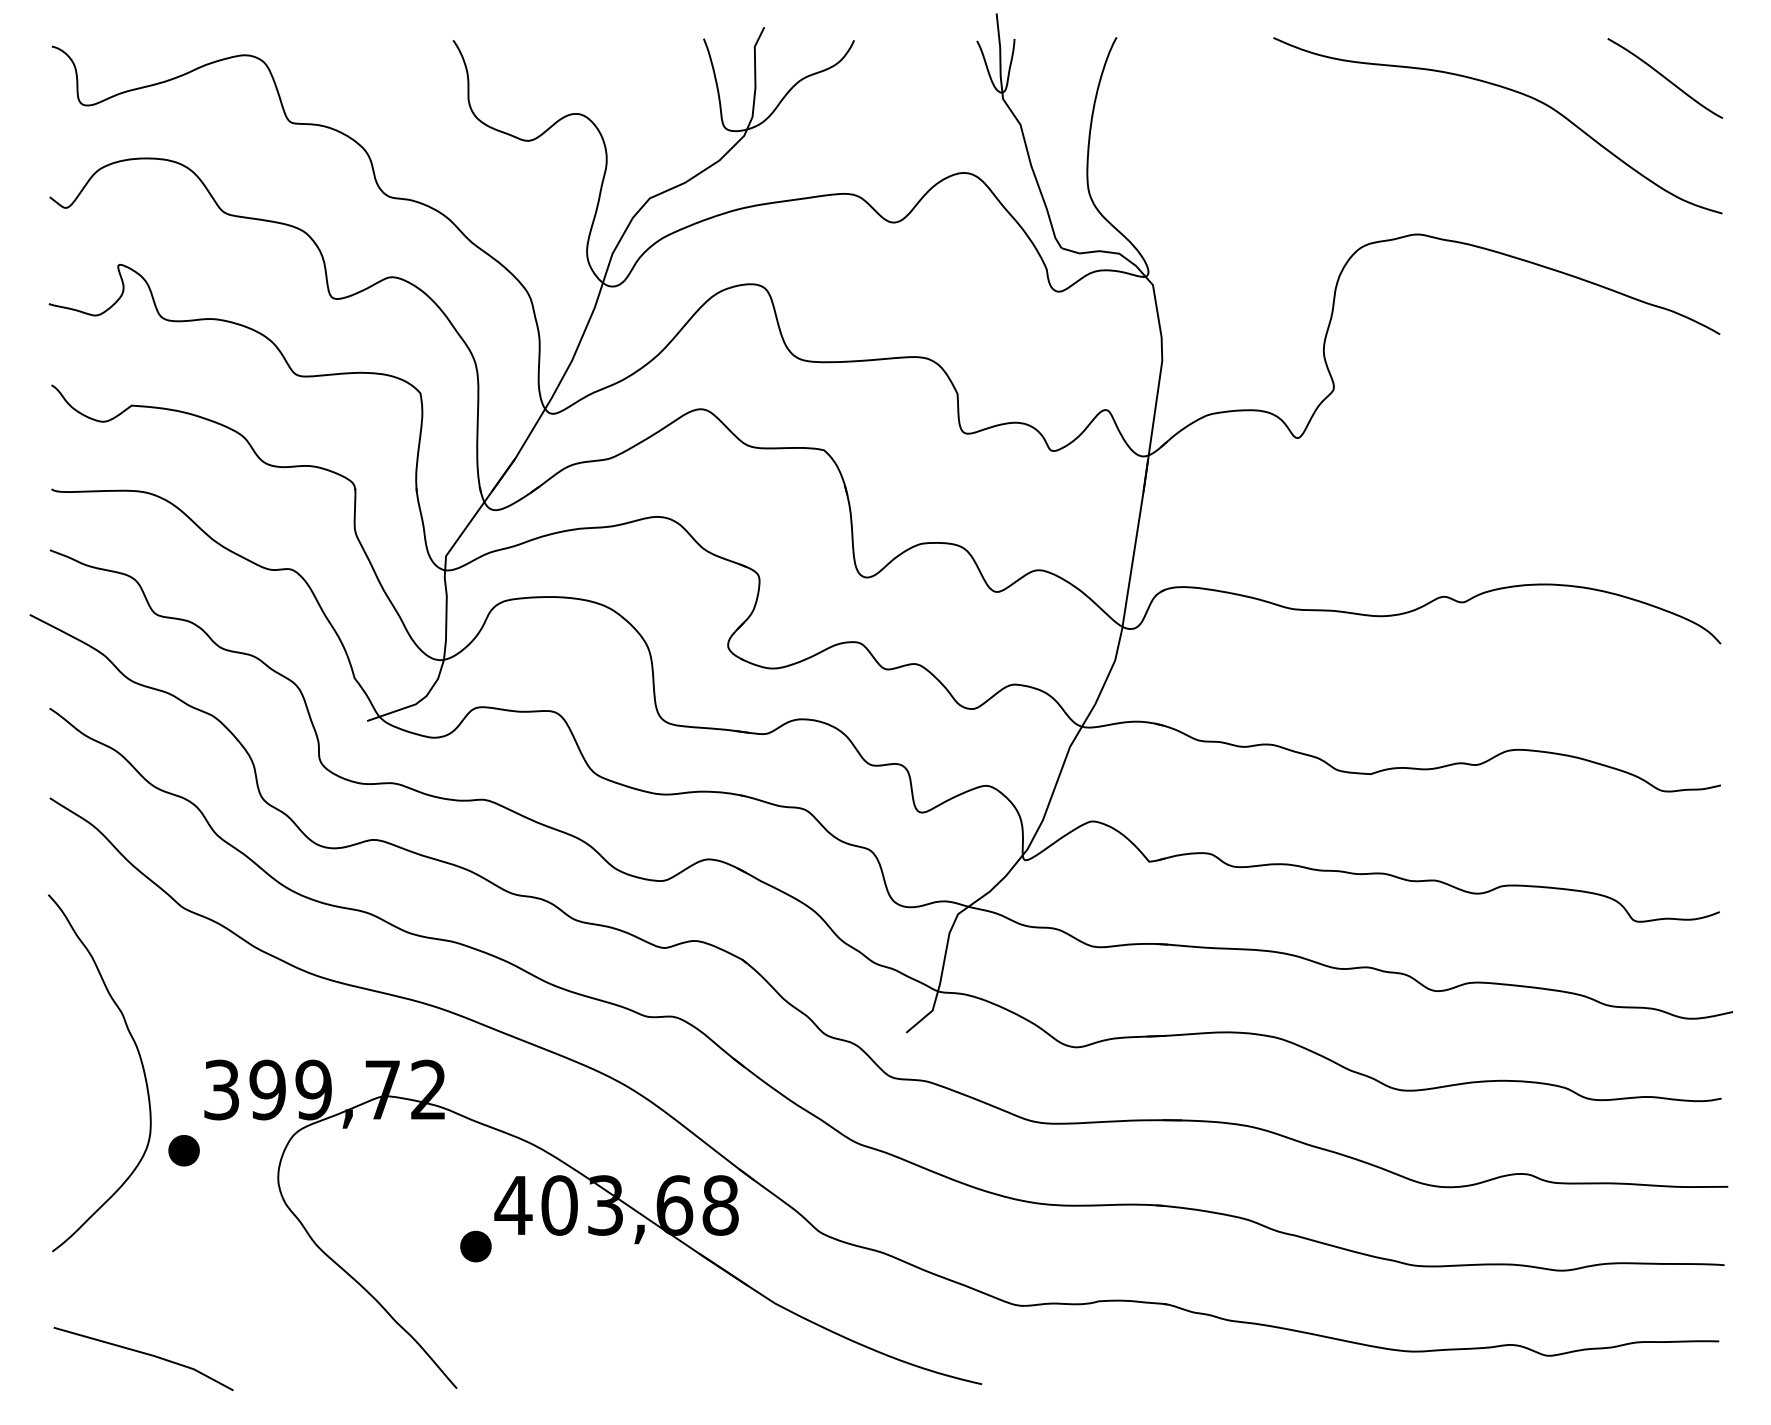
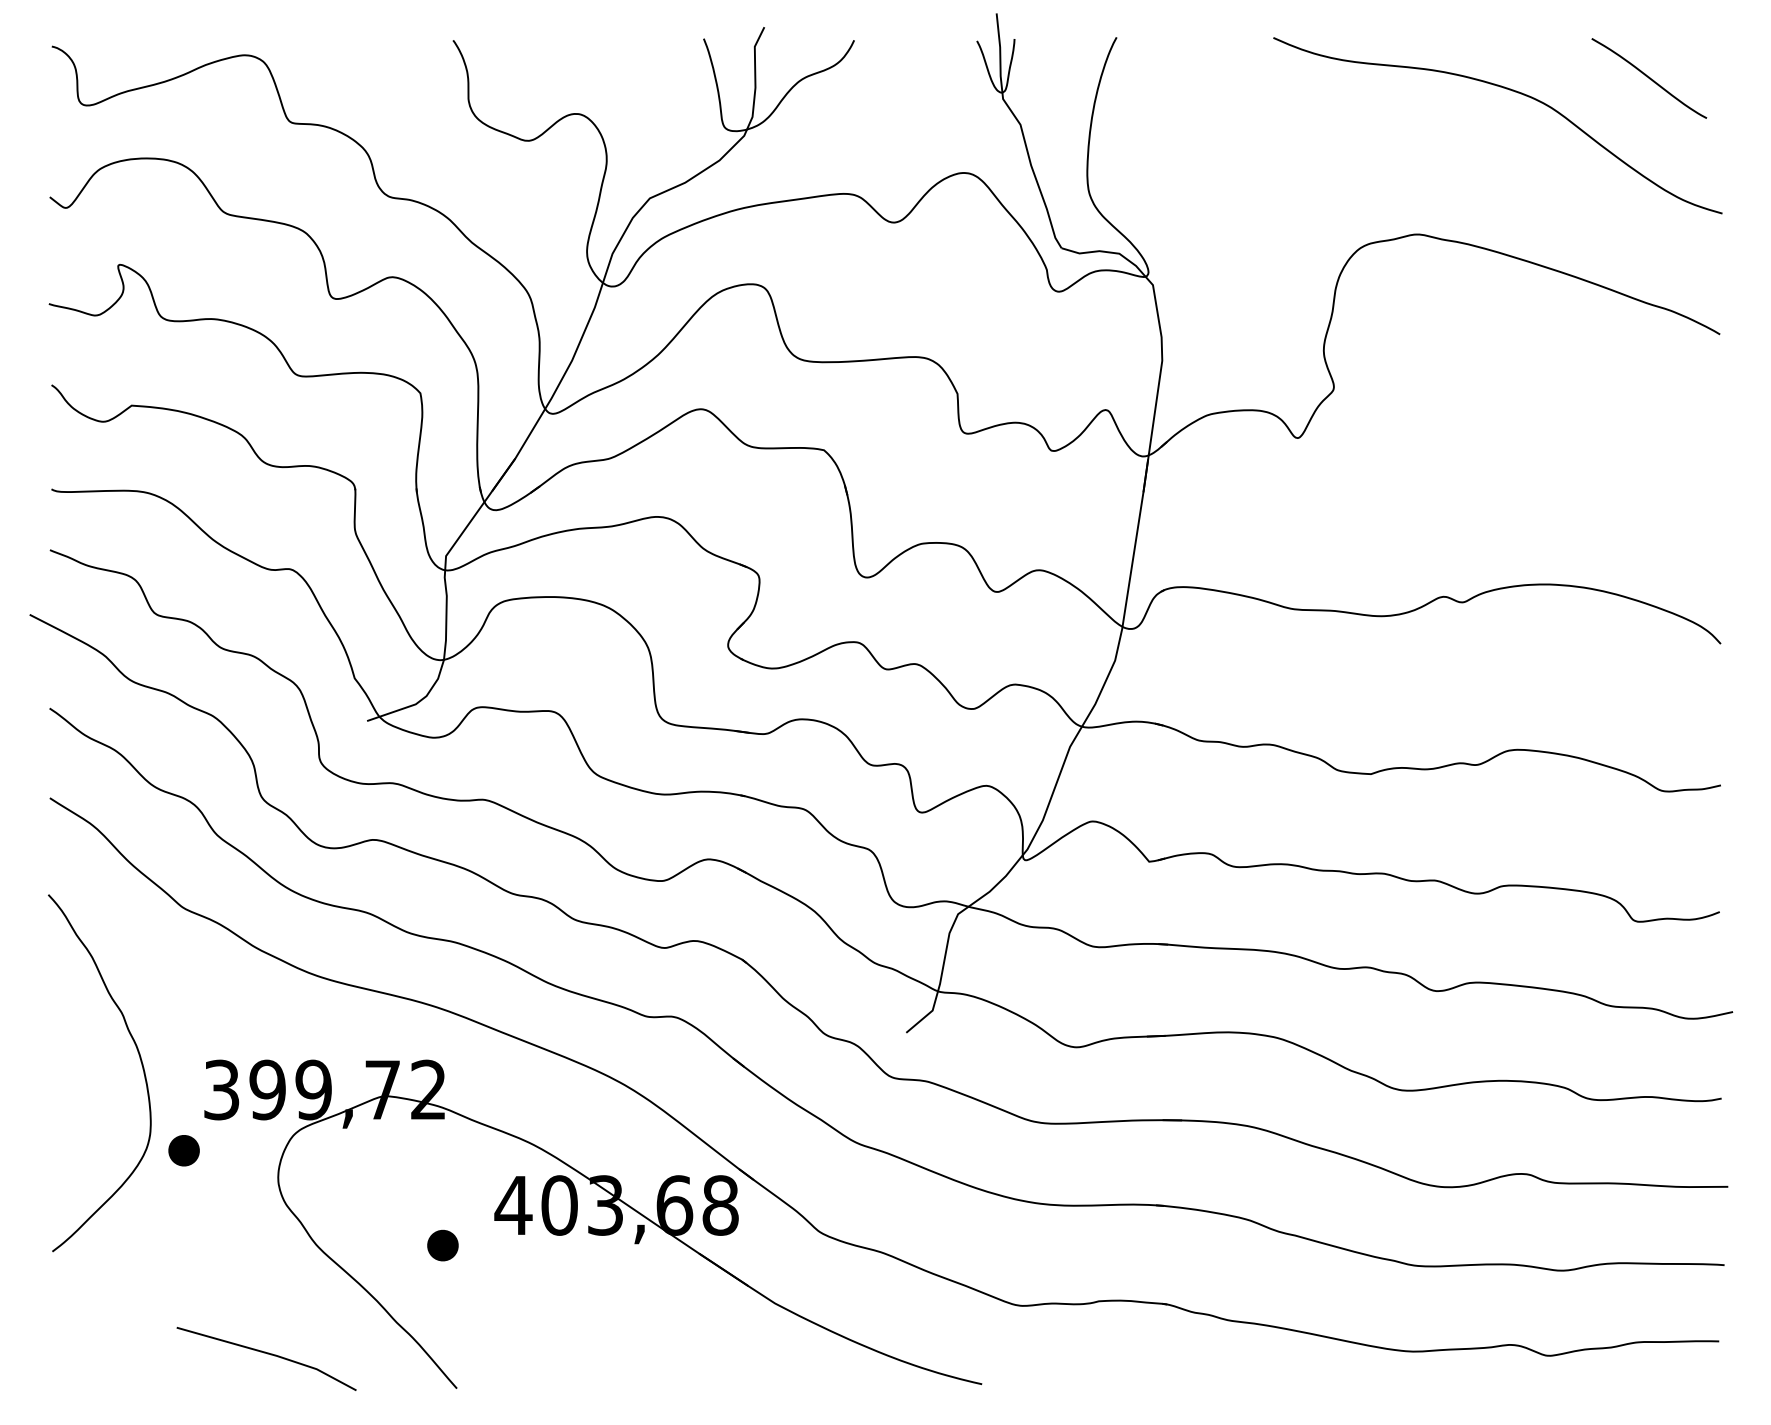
part at (1665, 78) position: (1665, 78) -> (1649, 78)
part at (475, 1246) position: (475, 1246) -> (442, 1245)
curve at (144, 1354) position: (144, 1354) -> (267, 1354)
